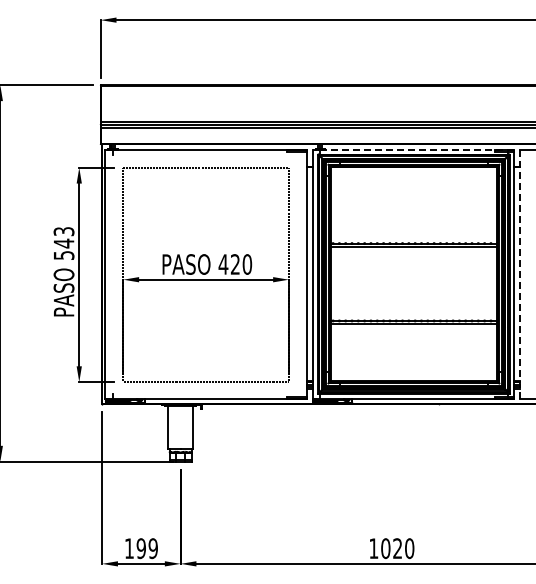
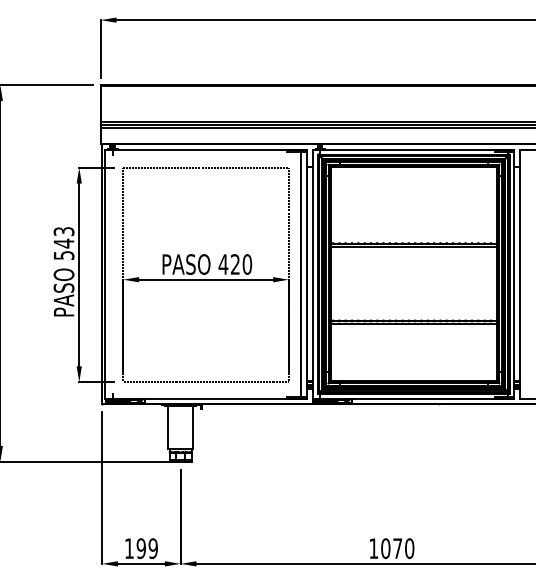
line at (413, 150): dashed -> solid
line at (300, 274): none -> present
line at (519, 274): dashed -> solid
text at (397, 548): 1020 -> 1070
